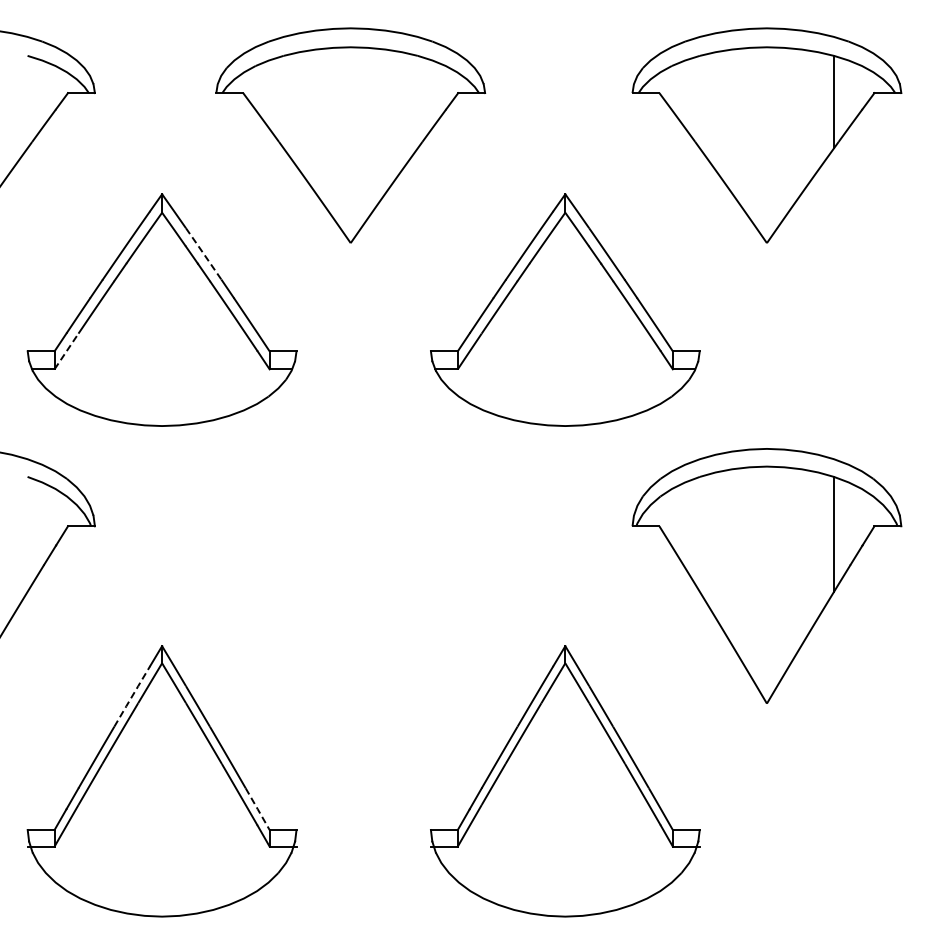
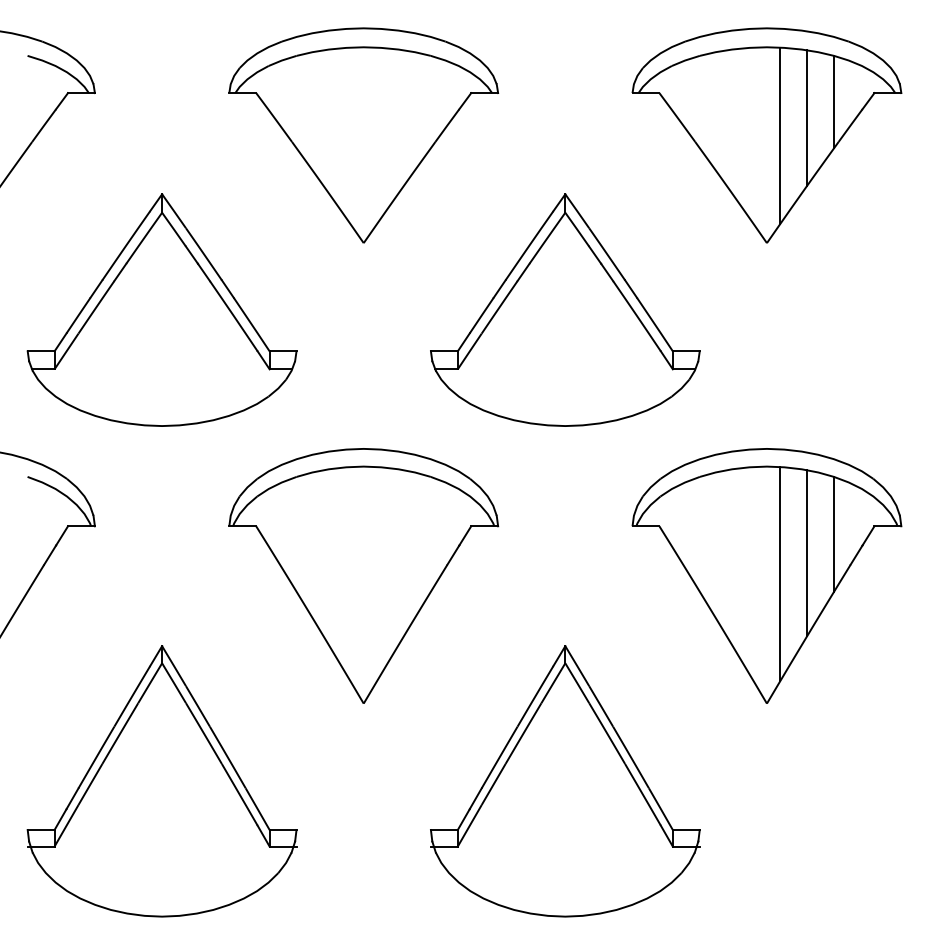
line at (807, 117): none -> present
part at (350, 135) position: (350, 135) -> (363, 135)
line at (780, 135): none -> present
line at (204, 254): dashed -> solid
line at (66, 351): dashed -> solid
line at (807, 553): none -> present
line at (780, 573): none -> present
part at (363, 575): none -> present
line at (132, 696): dashed -> solid
line at (257, 809): dashed -> solid
